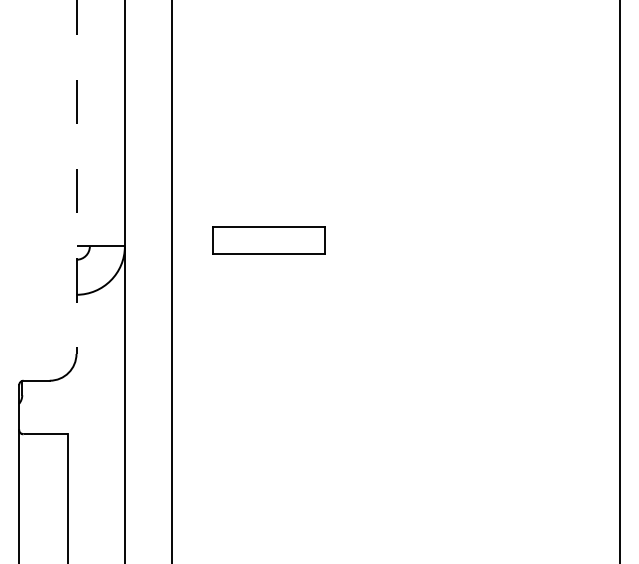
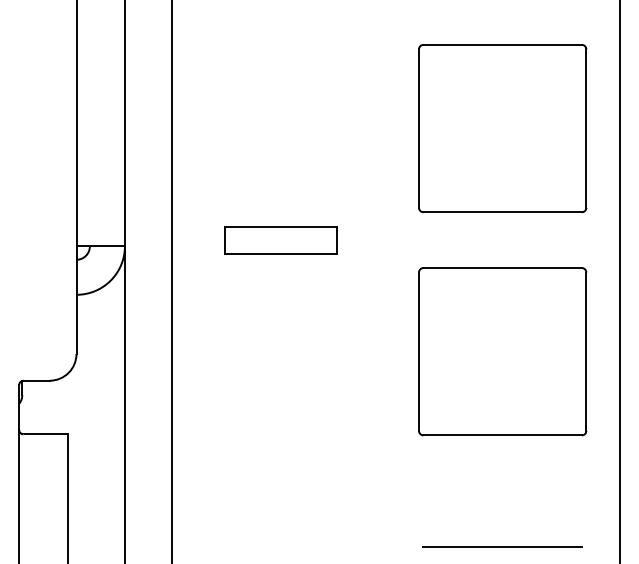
part at (502, 128): none -> present
line at (76, 177): dashed -> solid
part at (268, 240) position: (268, 240) -> (280, 240)
part at (502, 351): none -> present
line at (502, 546): none -> present
